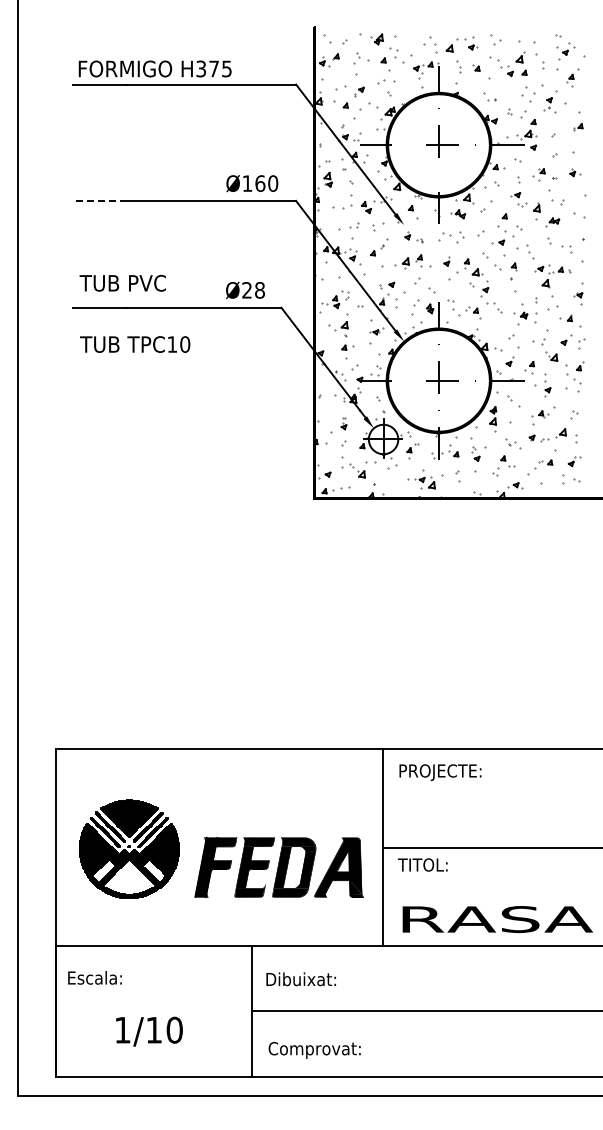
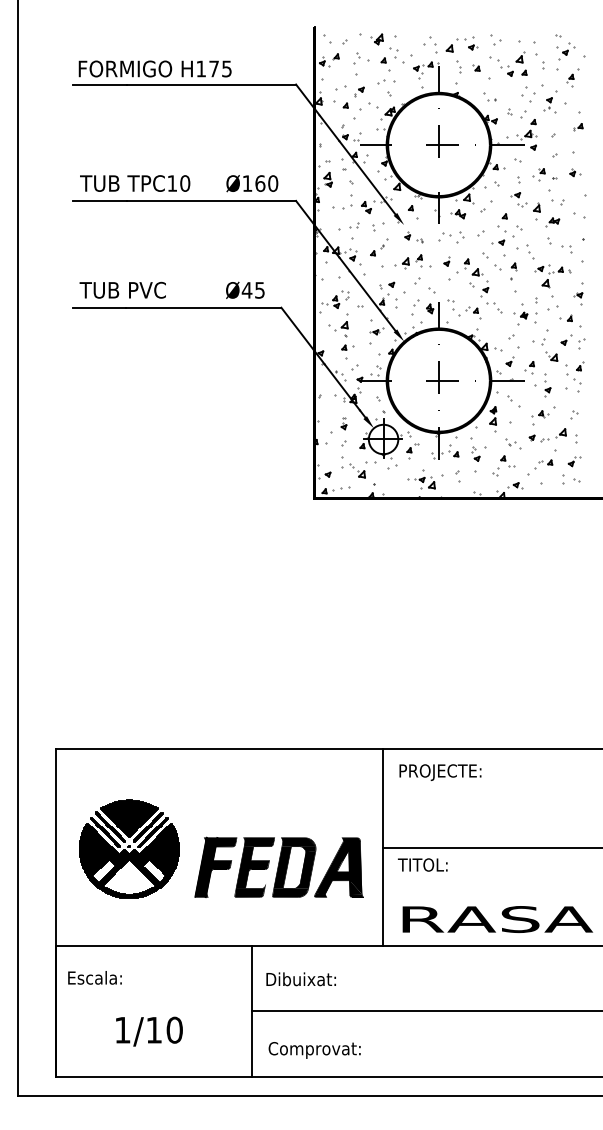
text at (201, 68): H375 -> H175
line at (99, 200): dashed -> solid
text at (122, 282) position: (122, 282) -> (122, 289)
text at (252, 290): Ø28 -> Ø45
text at (135, 344) position: (135, 344) -> (135, 183)
